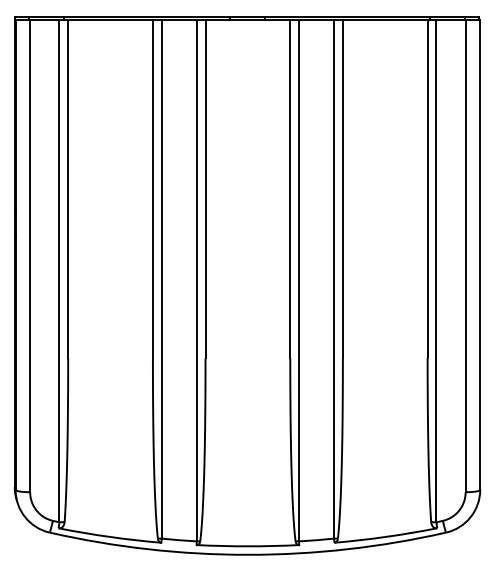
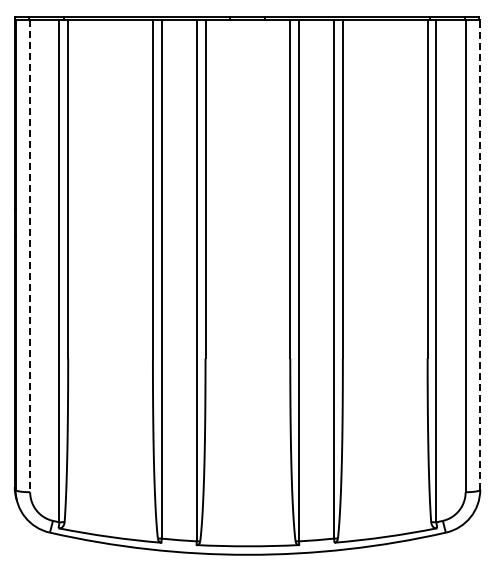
line at (480, 254): solid -> dashed
line at (30, 256): solid -> dashed
